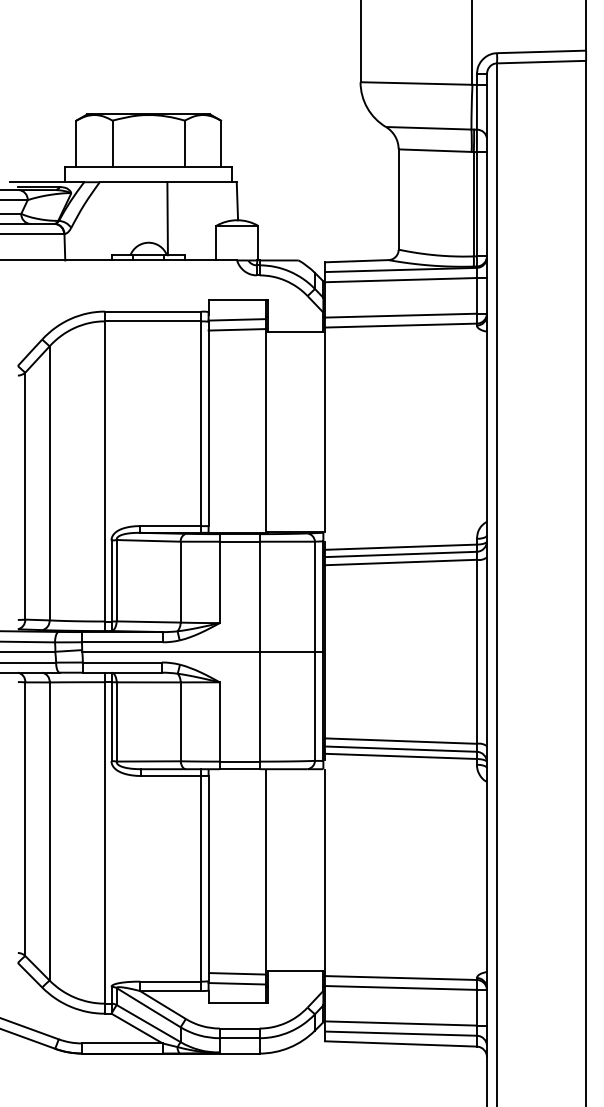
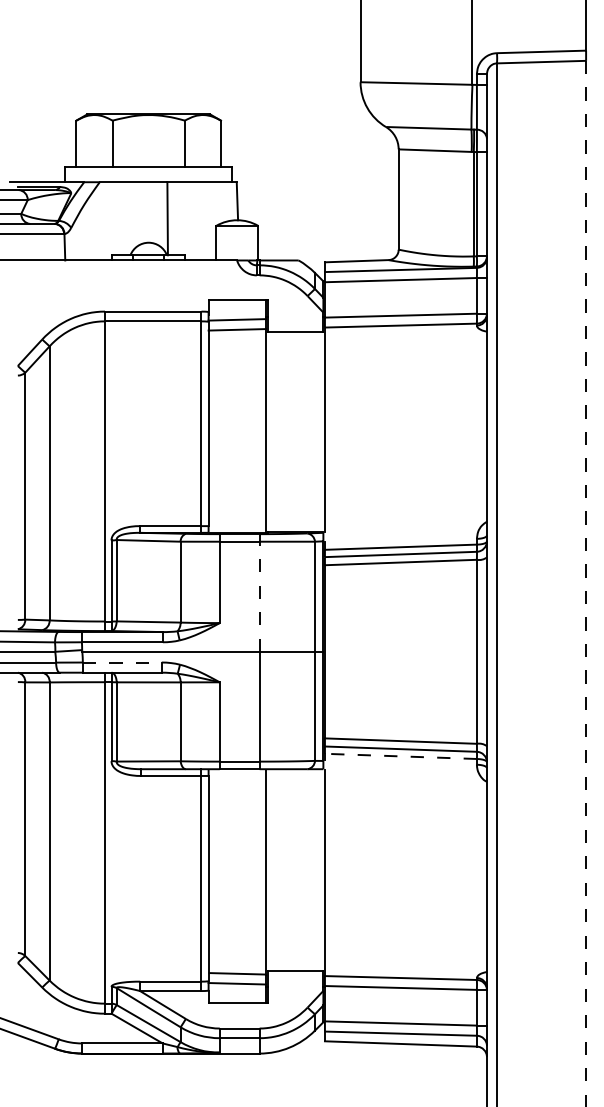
line at (586, 583): solid -> dashed
line at (259, 596): solid -> dashed
line at (122, 662): solid -> dashed
line at (400, 756): solid -> dashed
